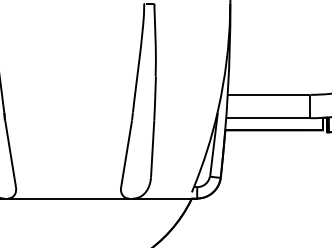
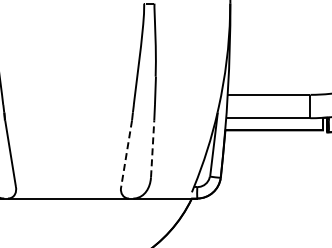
line at (152, 148): solid -> dashed
line at (126, 153): solid -> dashed
